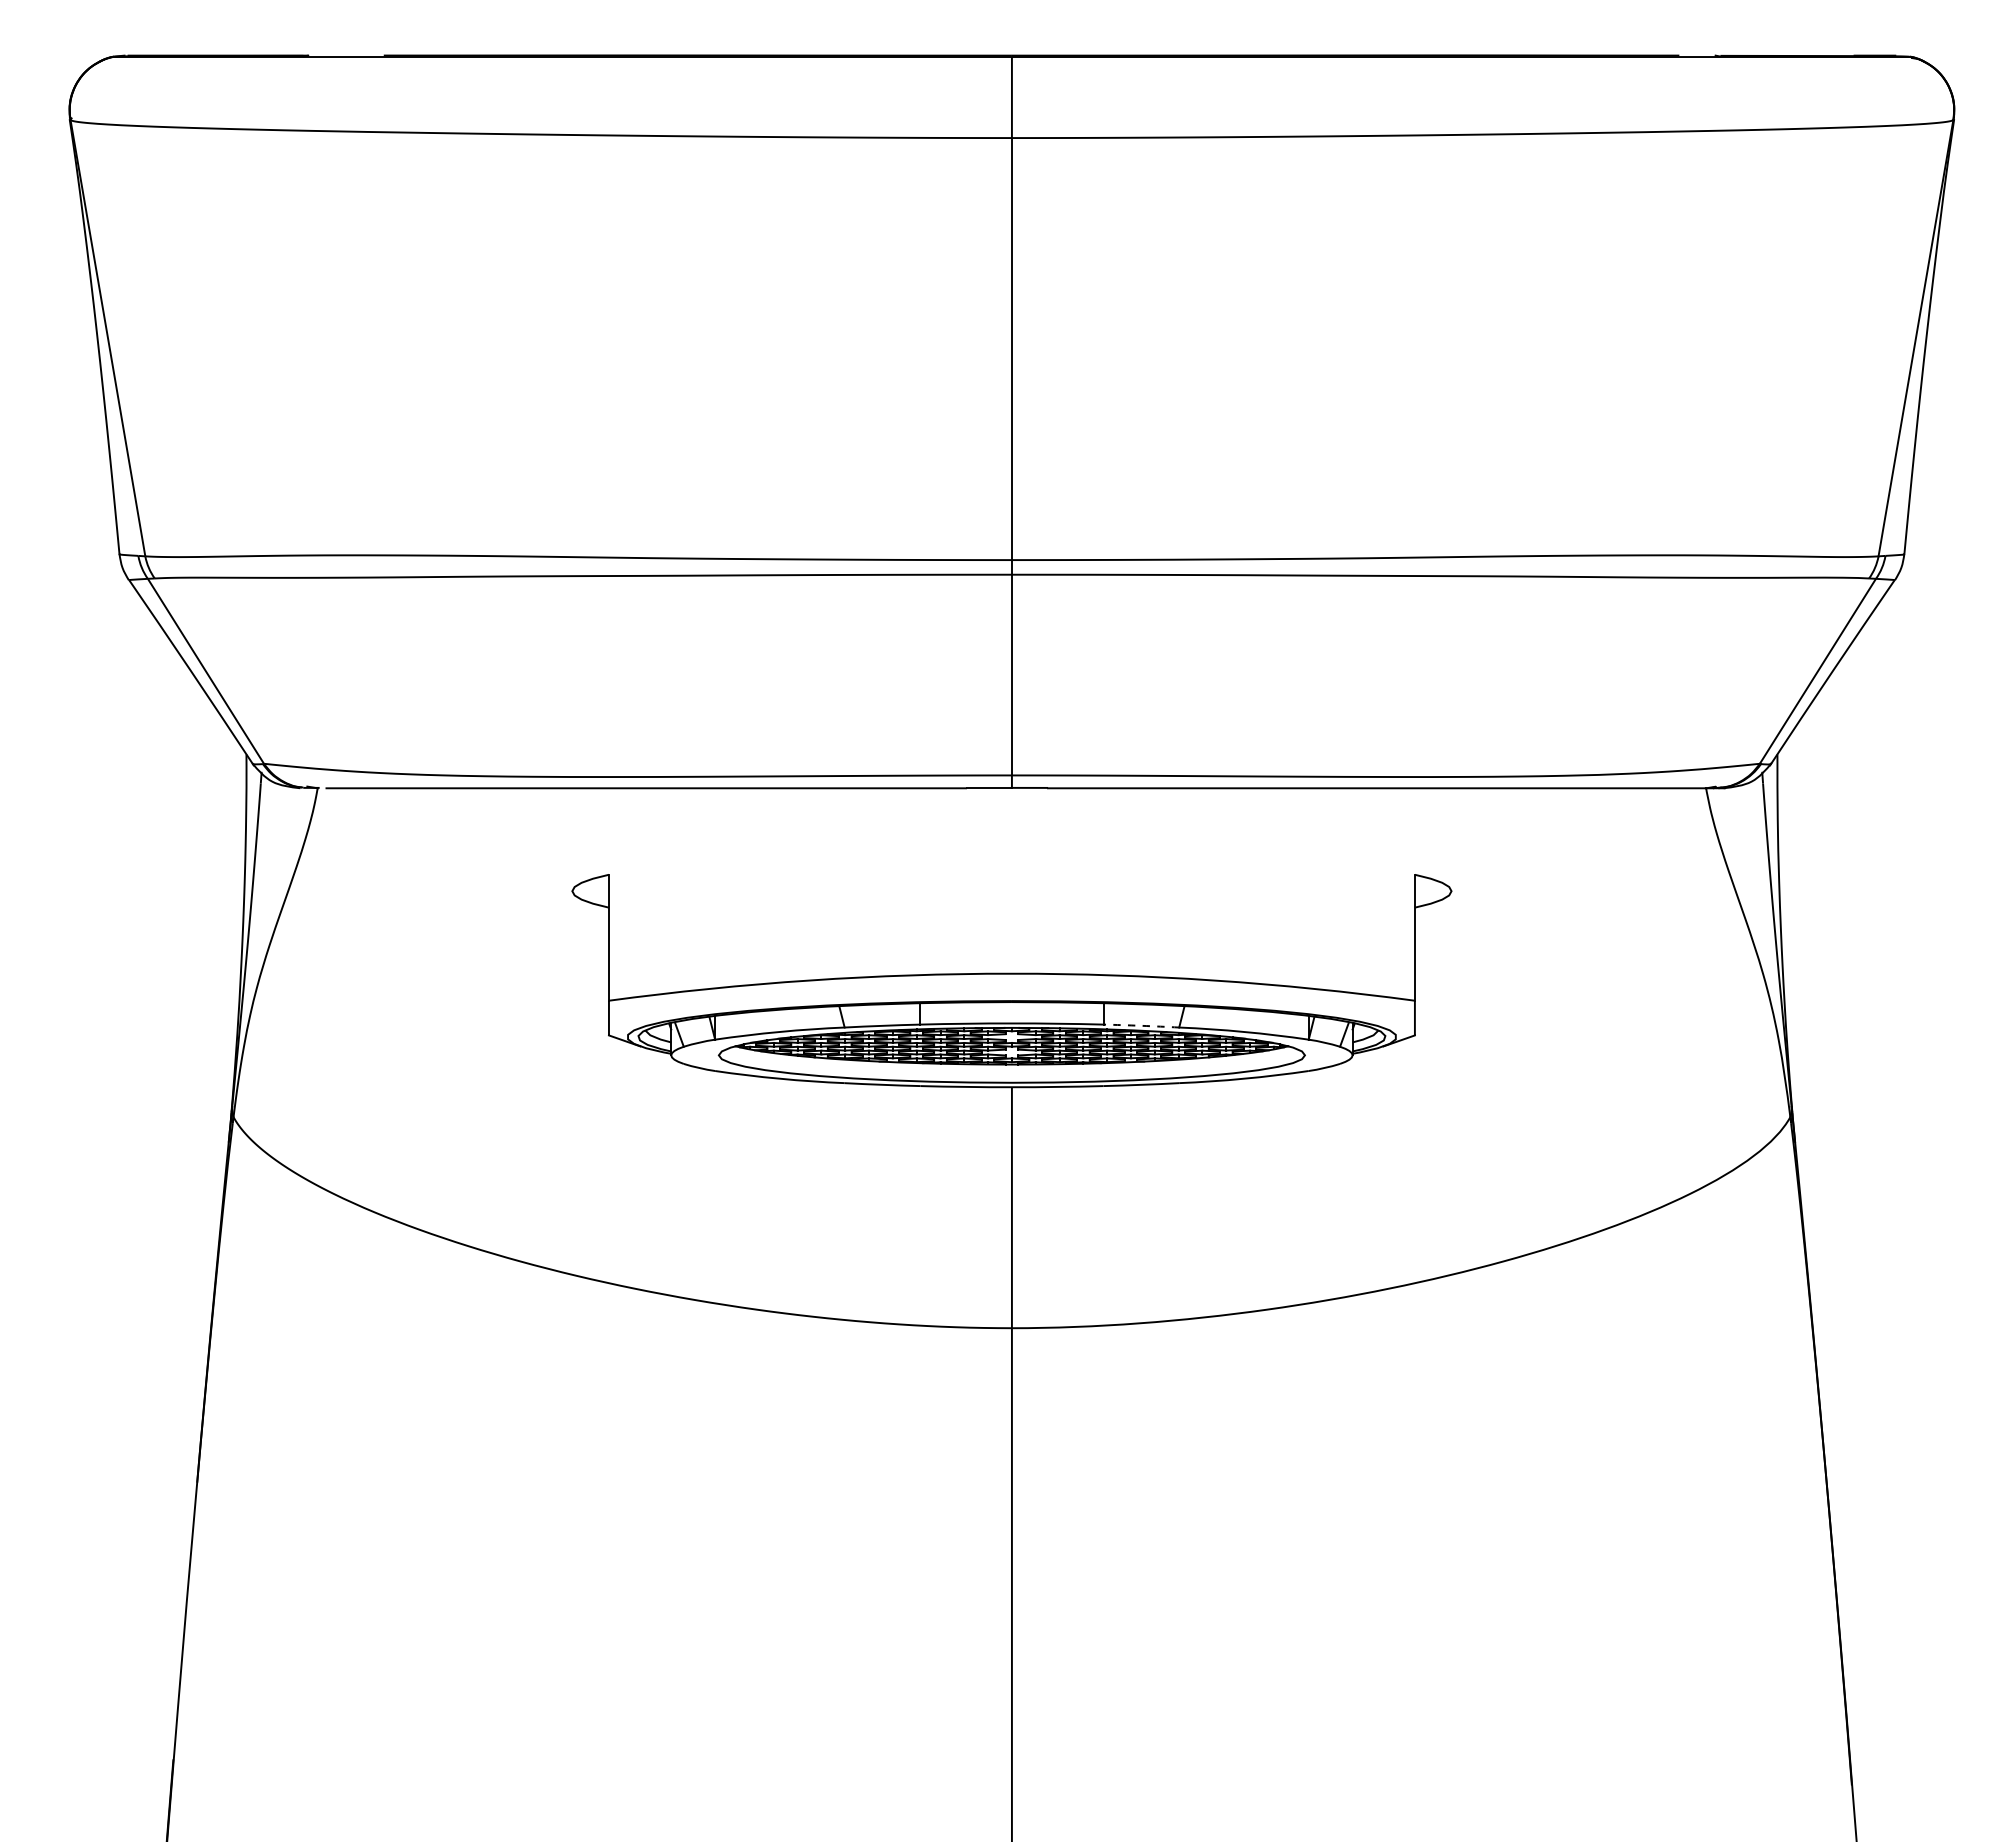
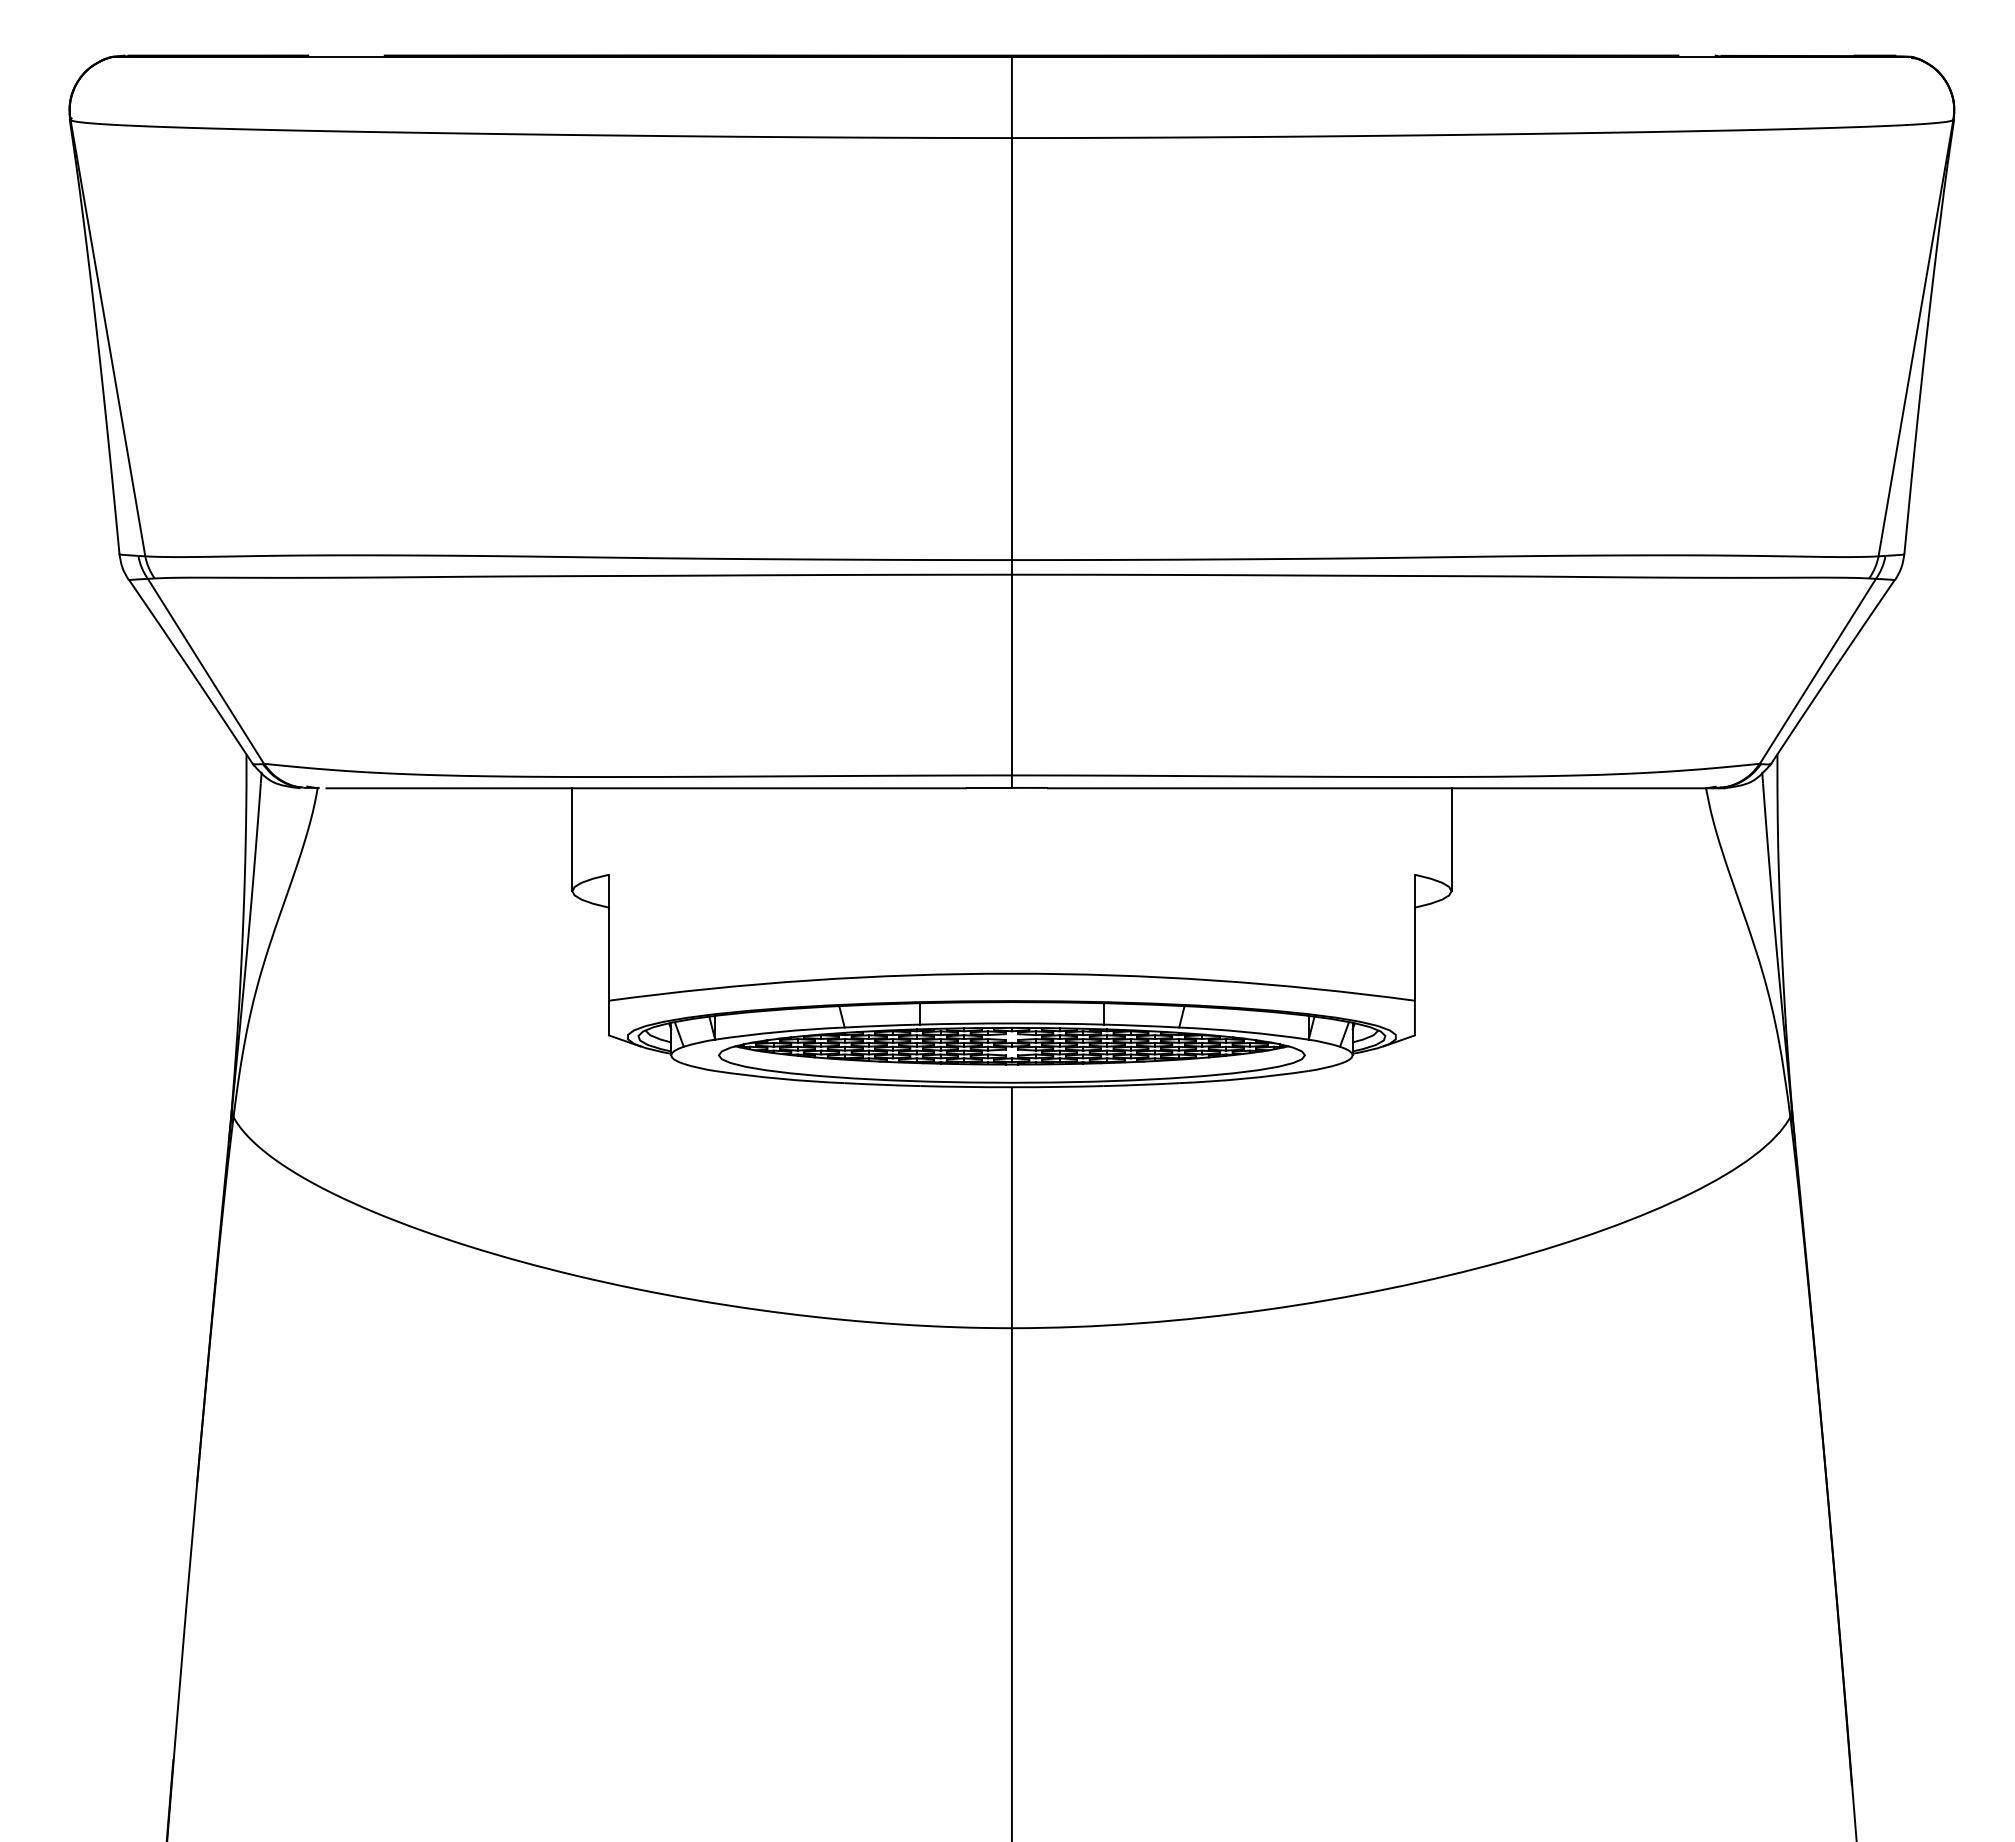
line at (572, 839): none -> present
line at (1451, 839): none -> present
arc at (1141, 1025): dashed -> solid
